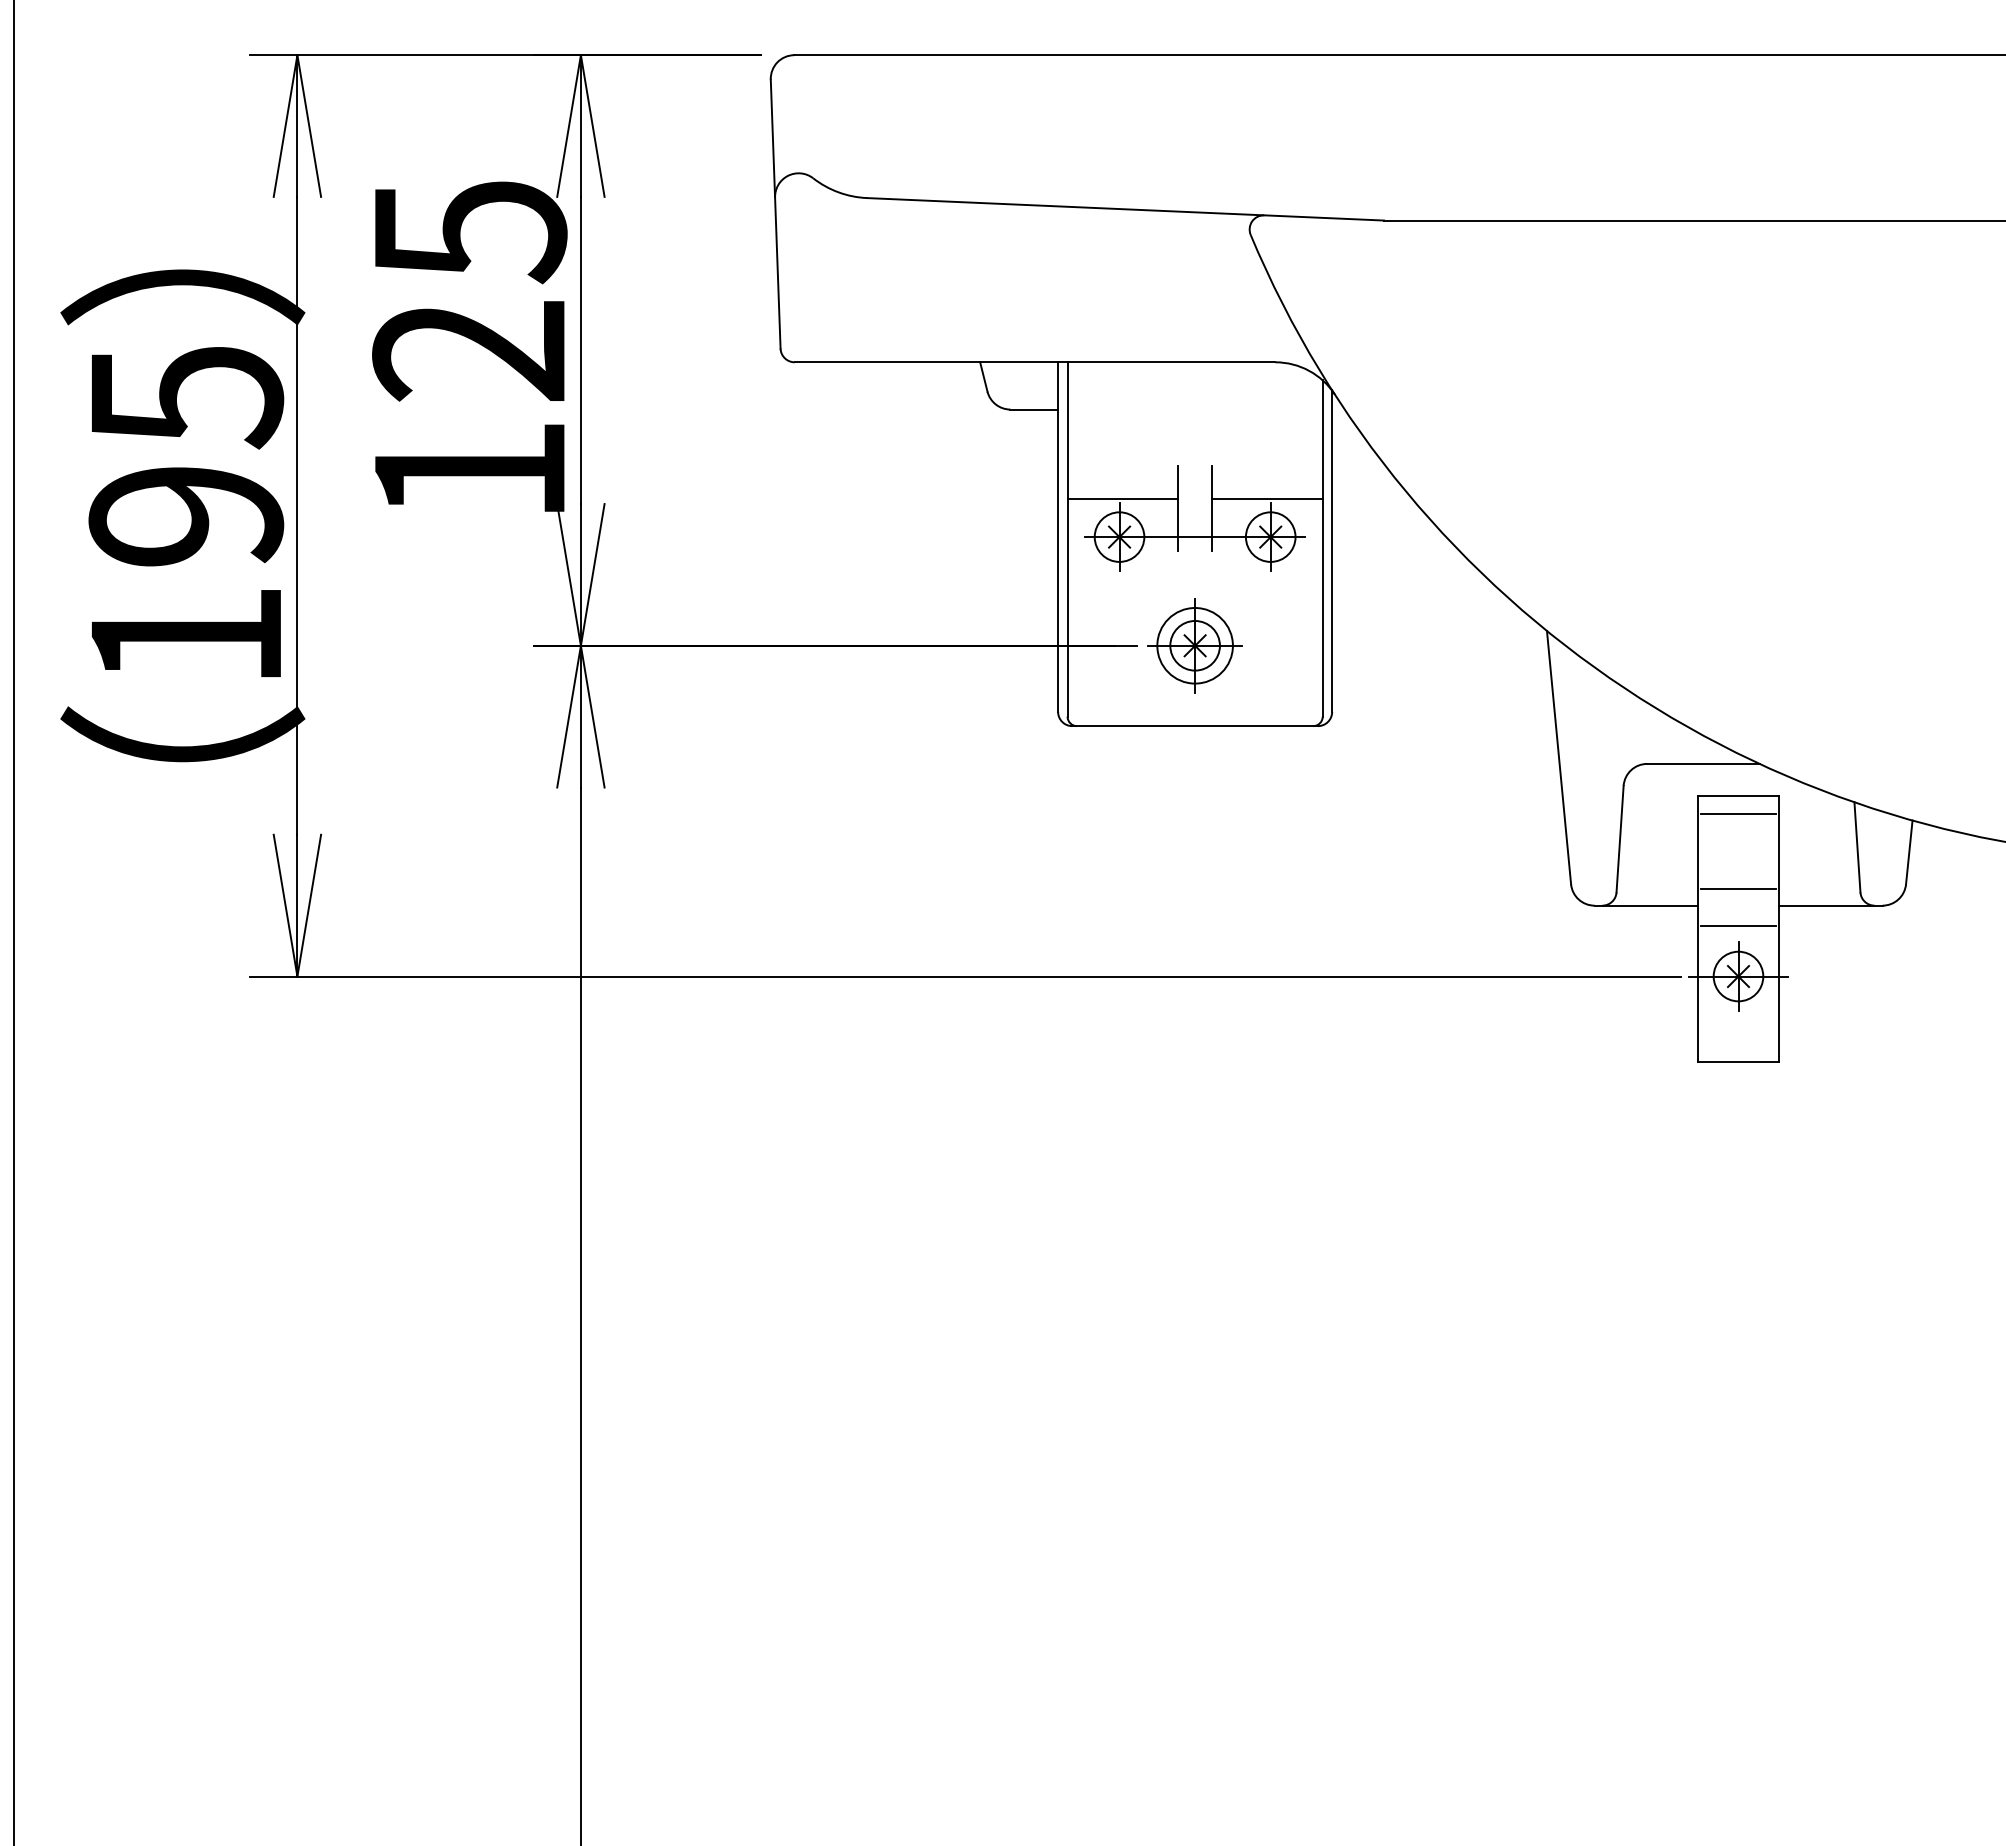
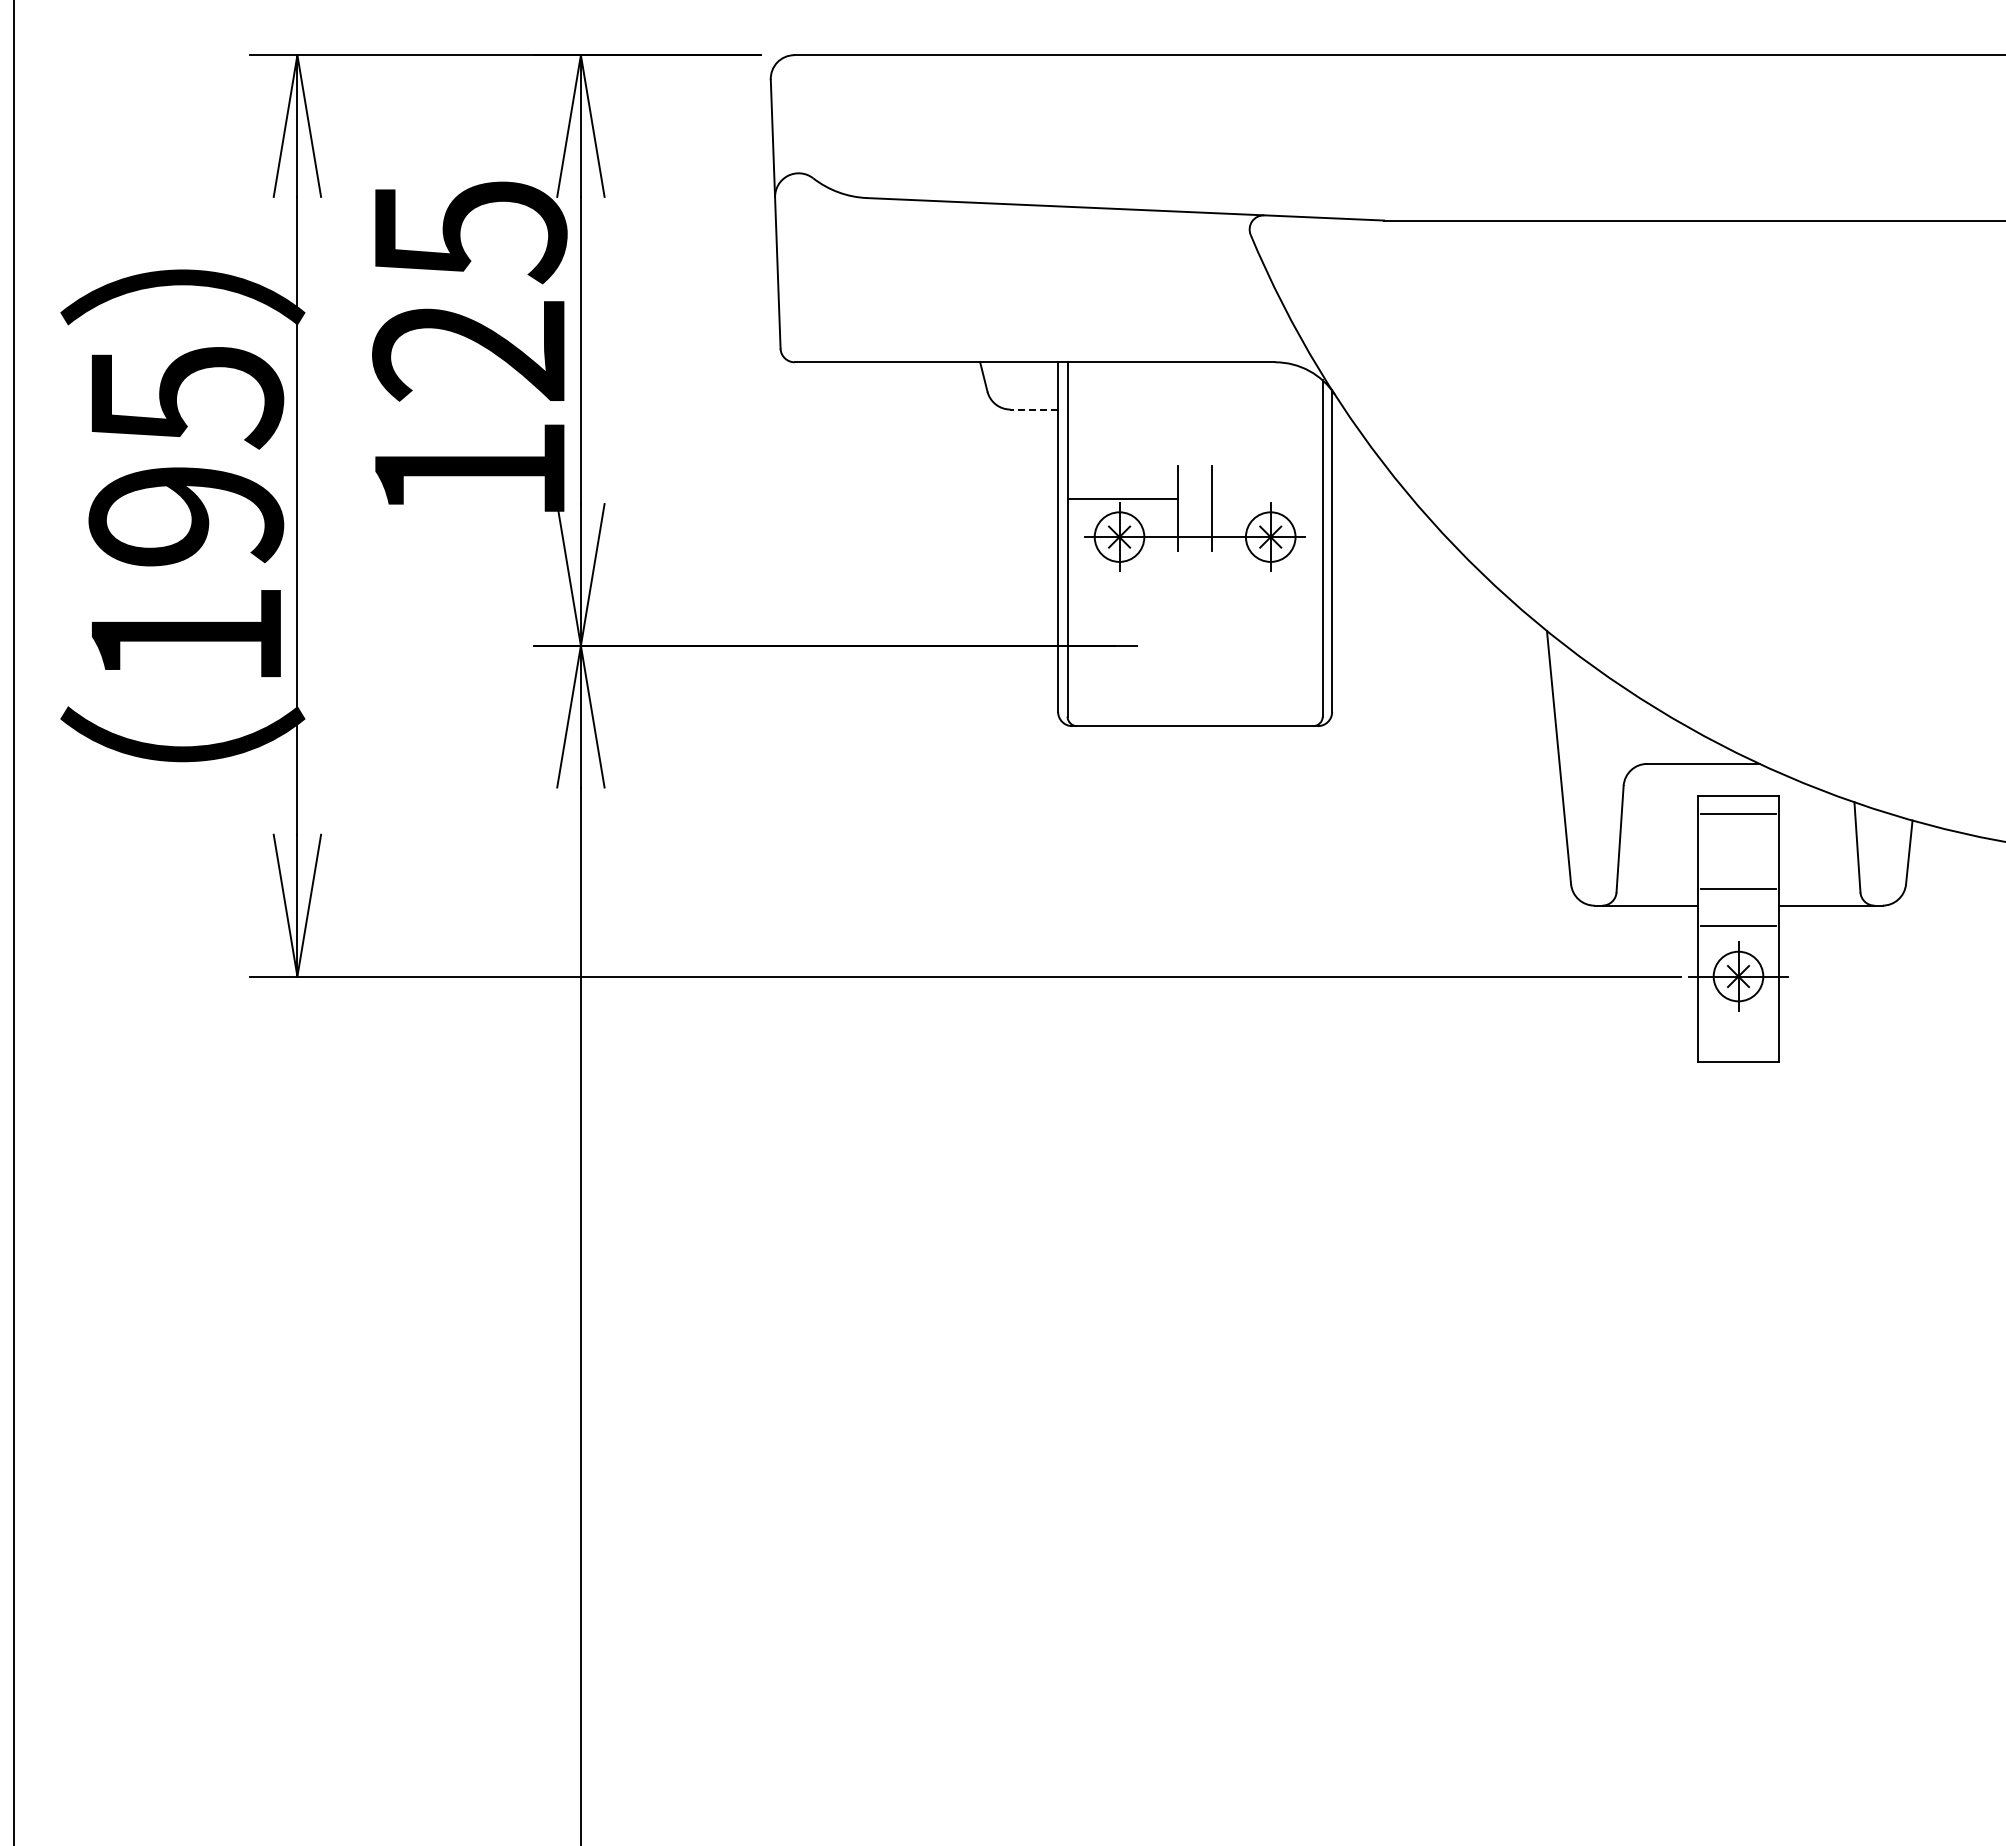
line at (1034, 409): solid -> dashed
line at (1267, 499): present -> none
part at (1194, 645): present -> none
